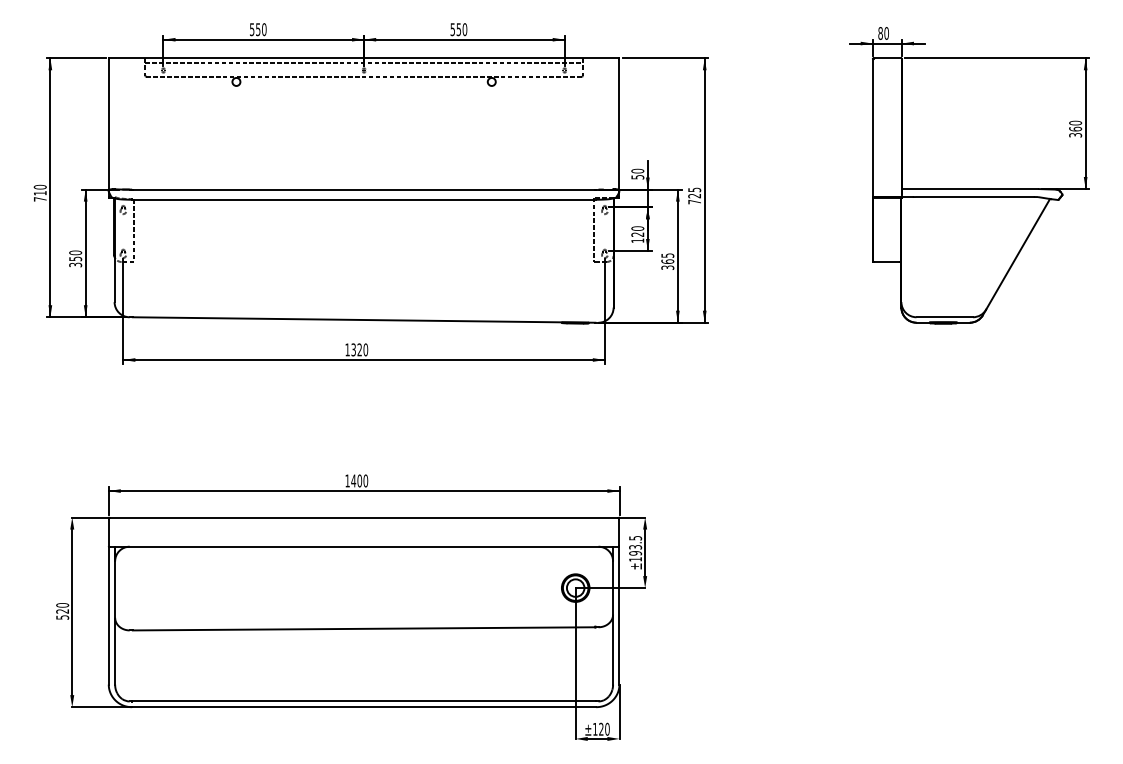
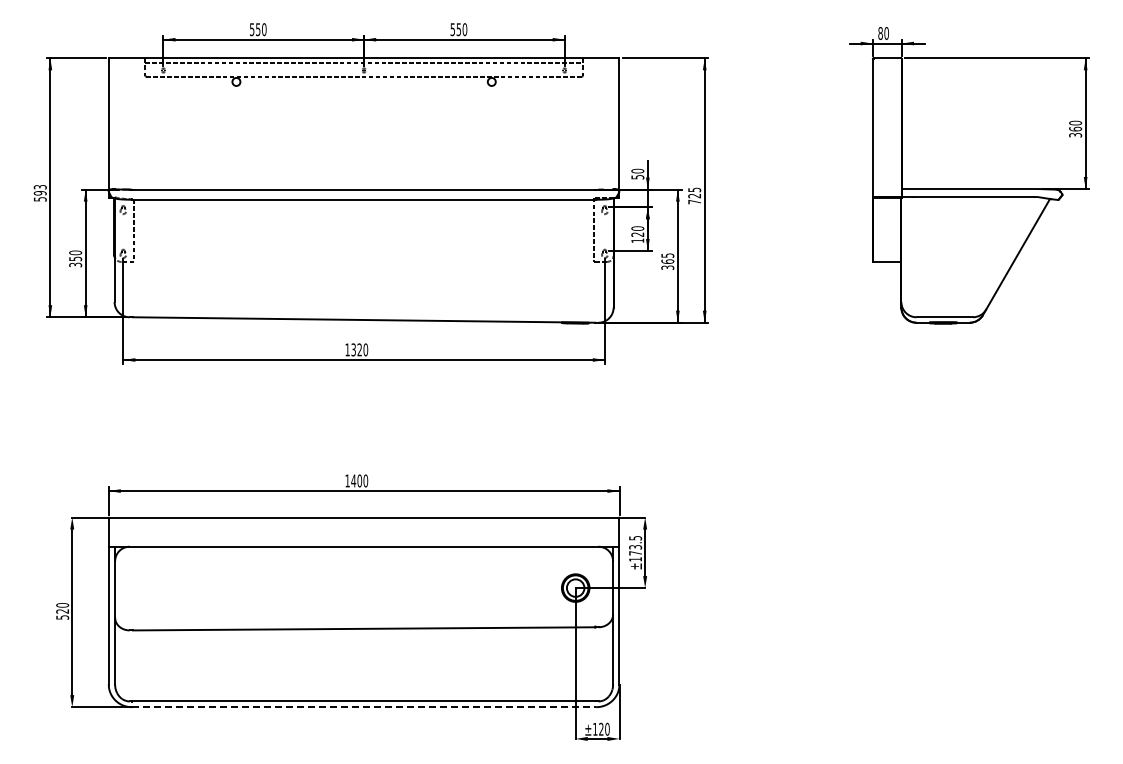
text at (39, 192): 710 -> 593
text at (635, 553): ±193.5 -> ±173.5
line at (364, 707): solid -> dashed
